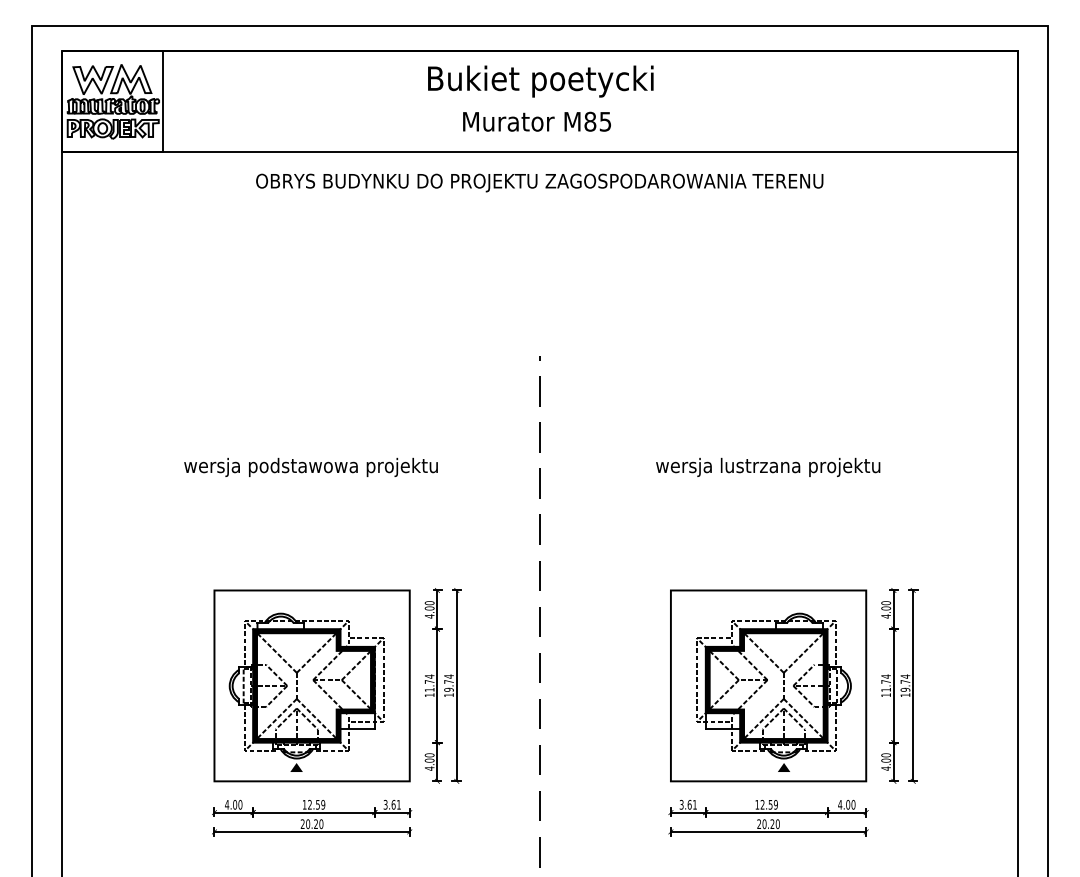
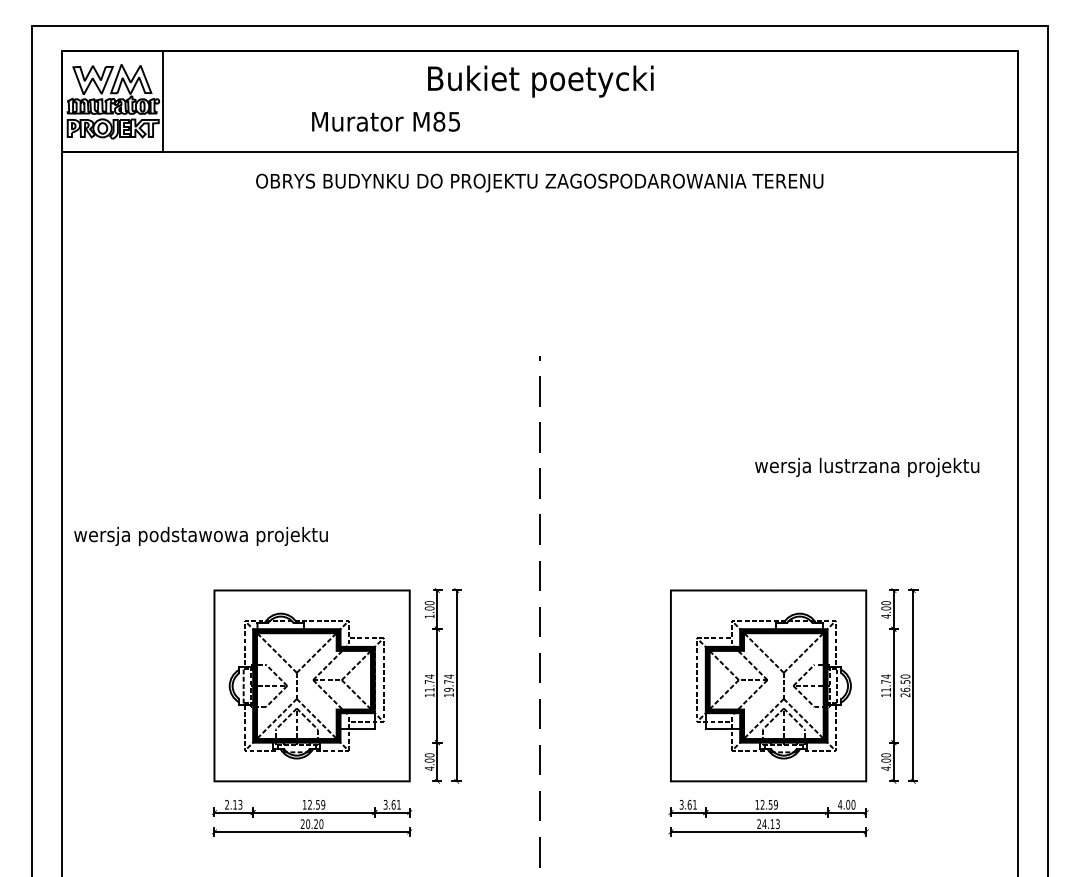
text at (536, 121) position: (536, 121) -> (385, 121)
text at (768, 466) position: (768, 466) -> (867, 466)
text at (310, 467) position: (310, 467) -> (200, 536)
text at (429, 616): 4.00 -> 1.00
text at (905, 685): 19.74 -> 26.50
fill at (296, 767): present -> none
fill at (783, 767): present -> none
text at (233, 804): 4.00 -> 2.13
text at (770, 824): 20.20 -> 24.13
